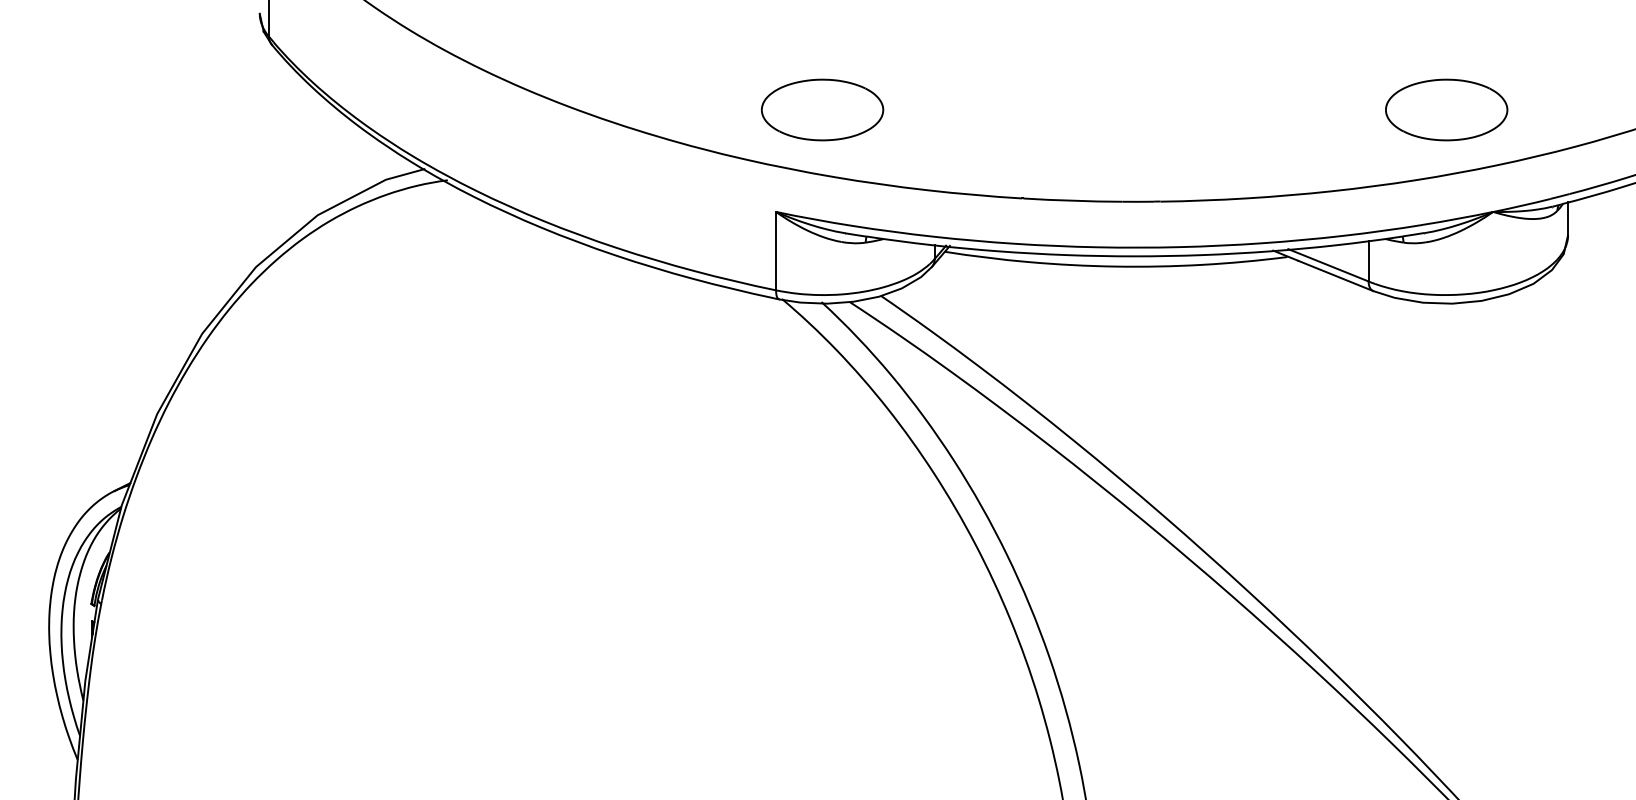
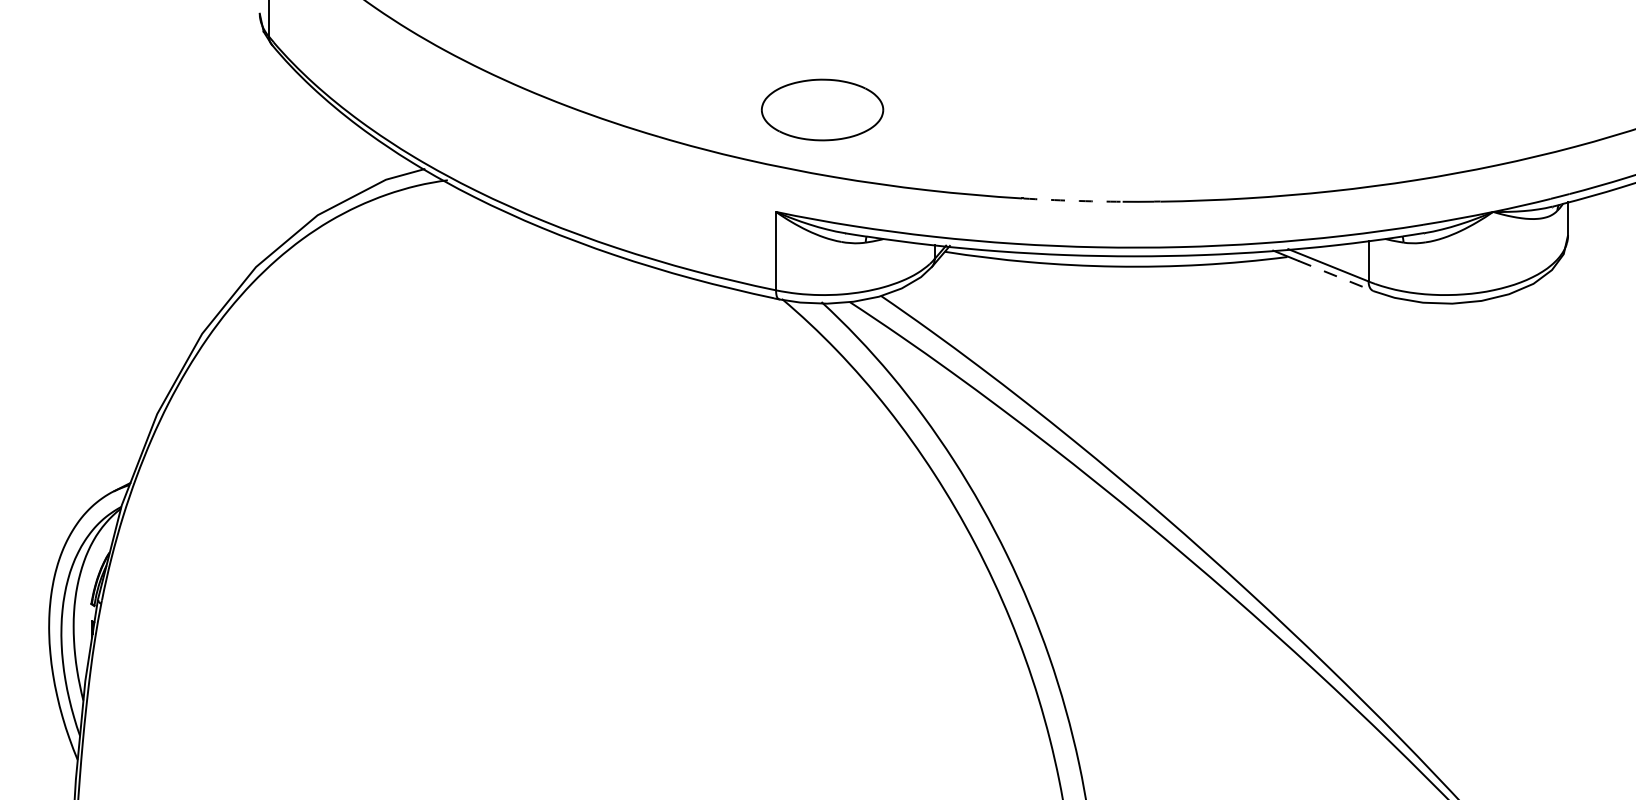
part at (1446, 109): present -> none
arc at (1072, 200): solid -> dashed
line at (1336, 276): solid -> dashed
